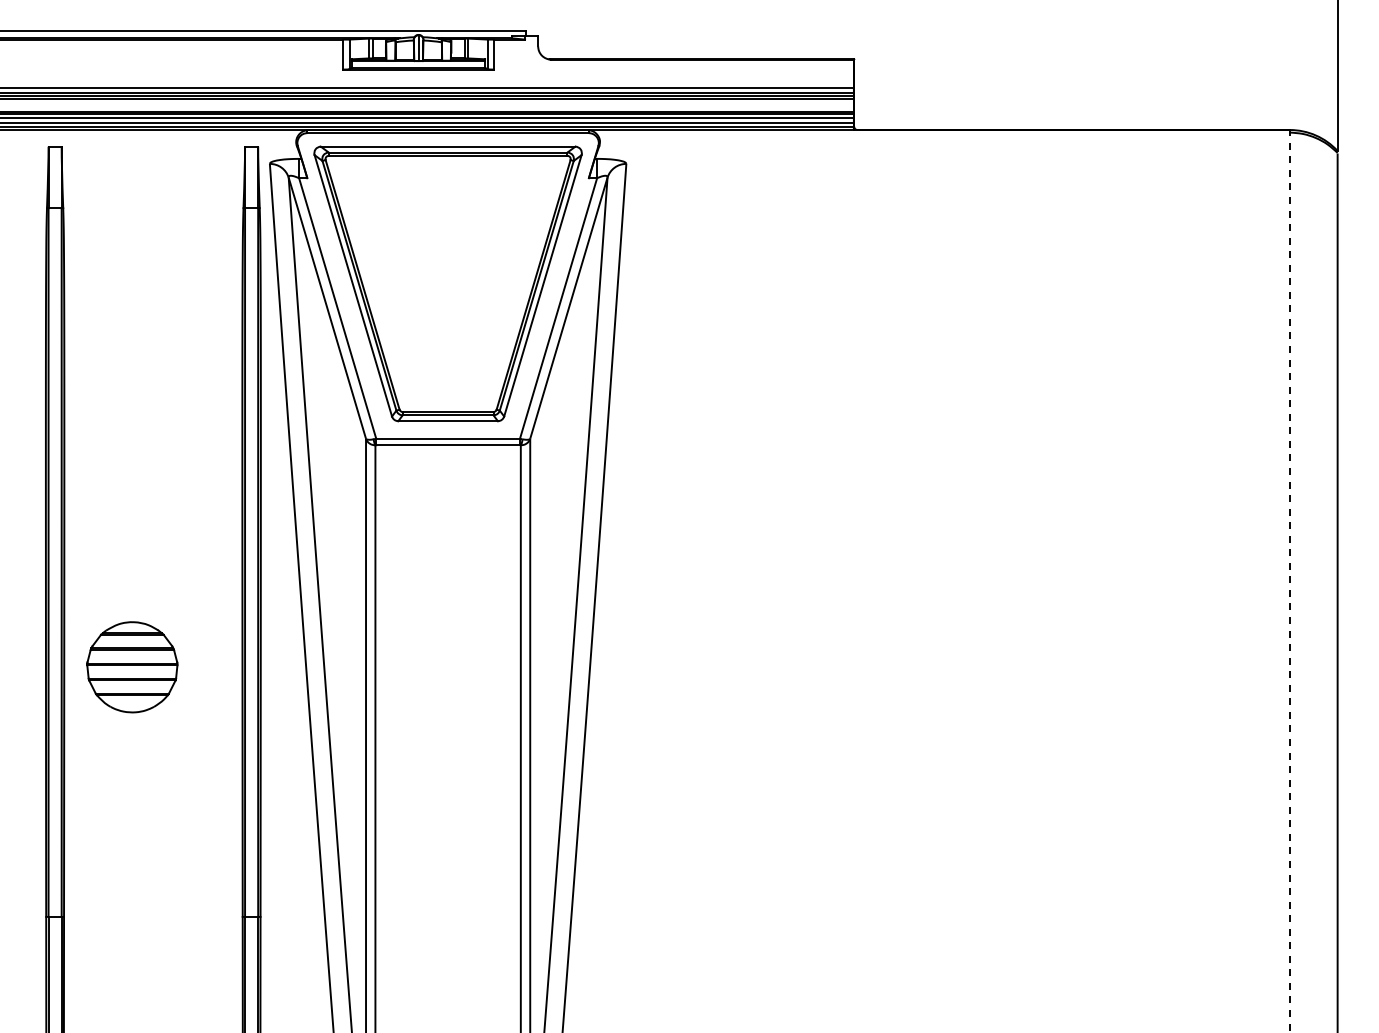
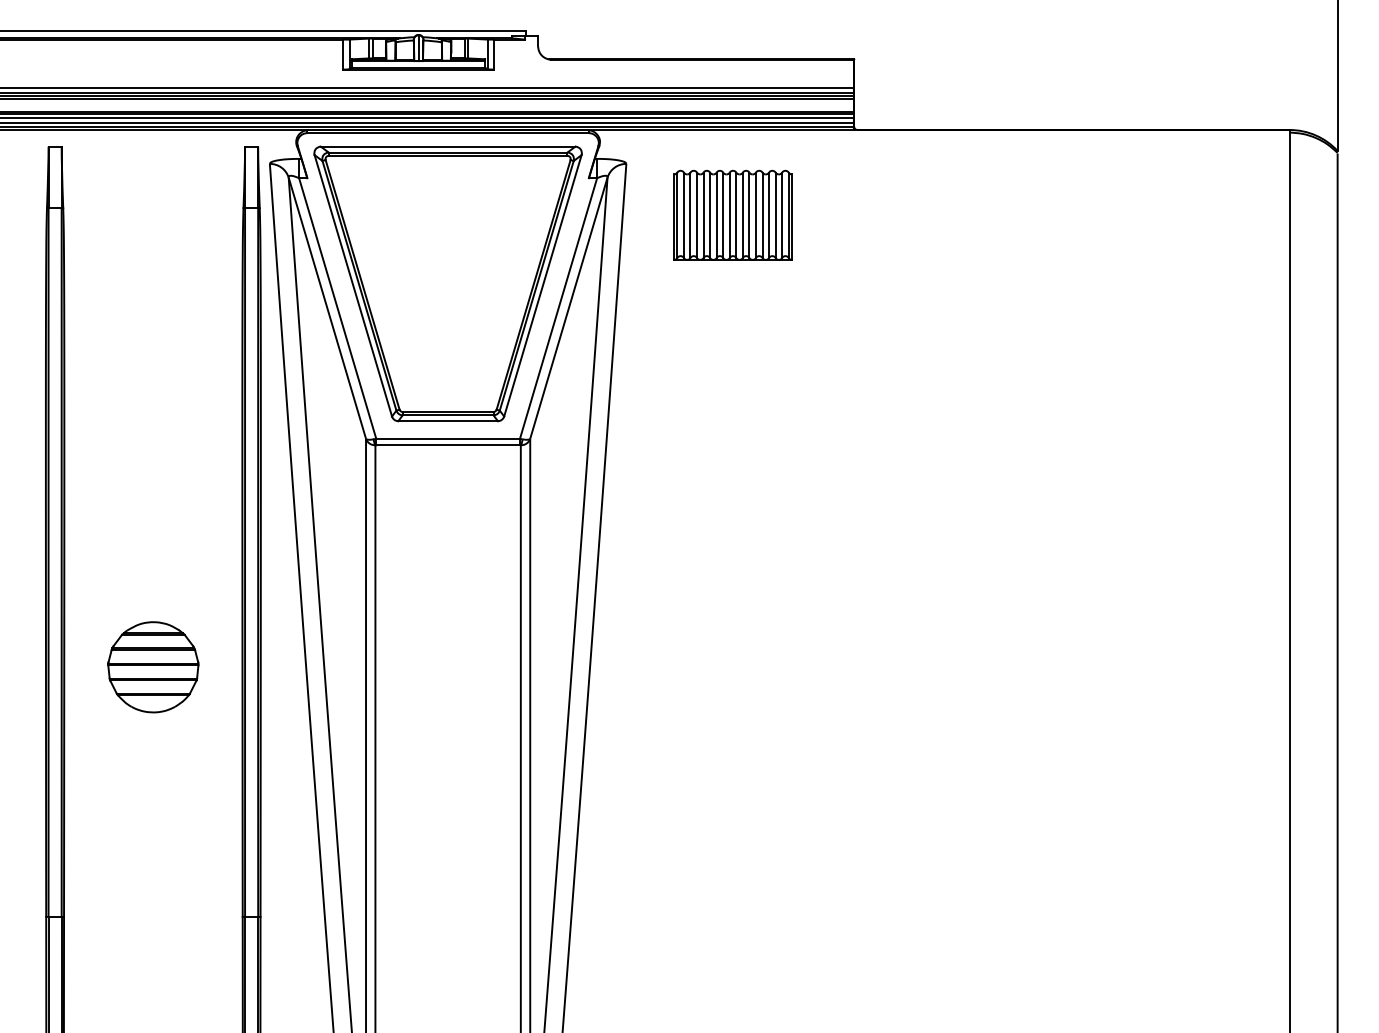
part at (732, 214): none -> present
line at (1289, 580): dashed -> solid
part at (132, 667) position: (132, 667) -> (153, 667)
